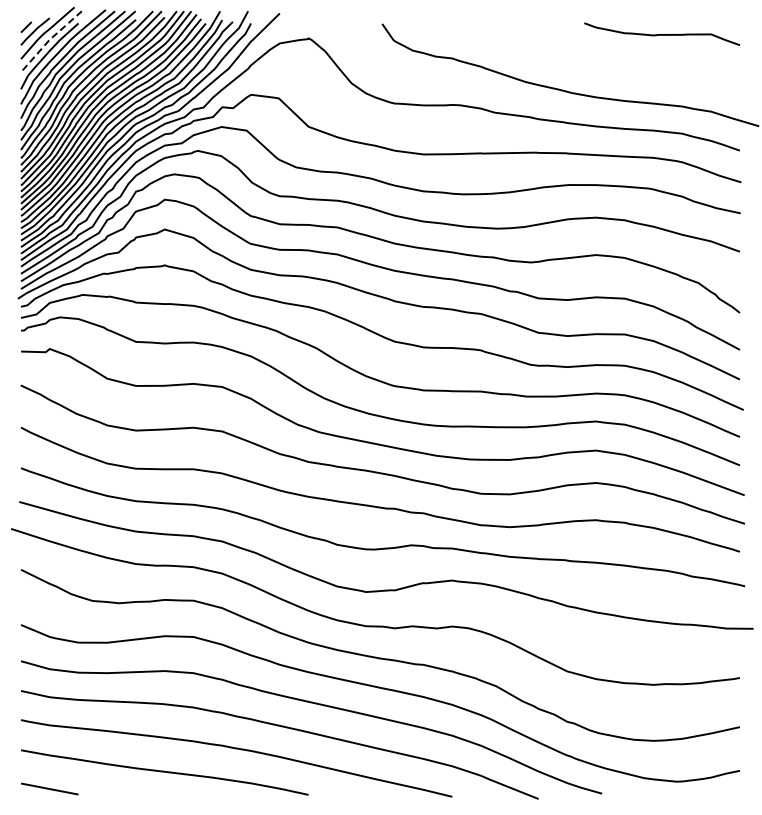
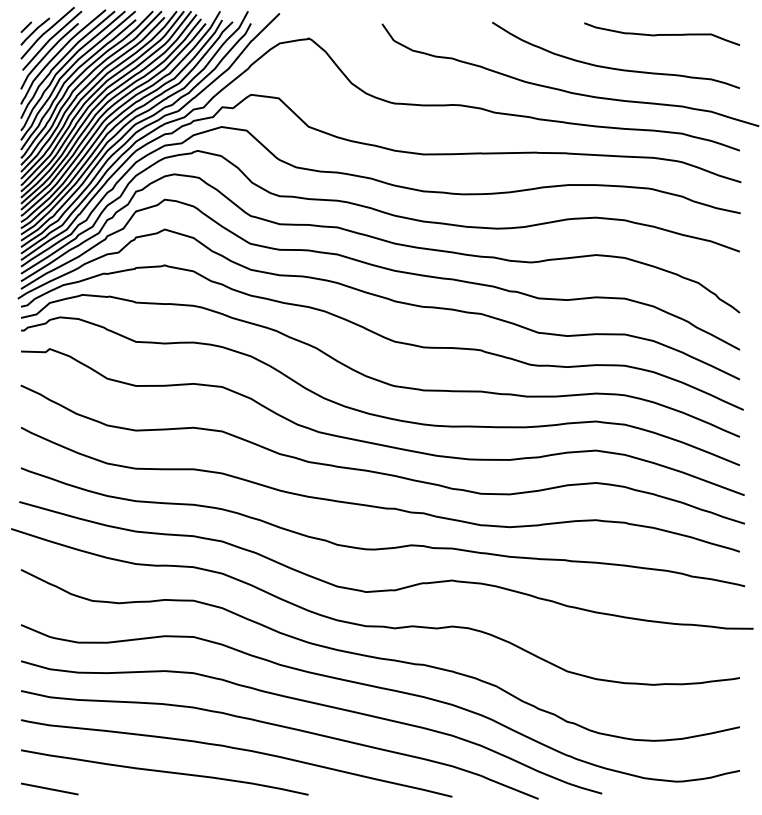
line at (50, 39): dashed -> solid
curve at (613, 67): none -> present
